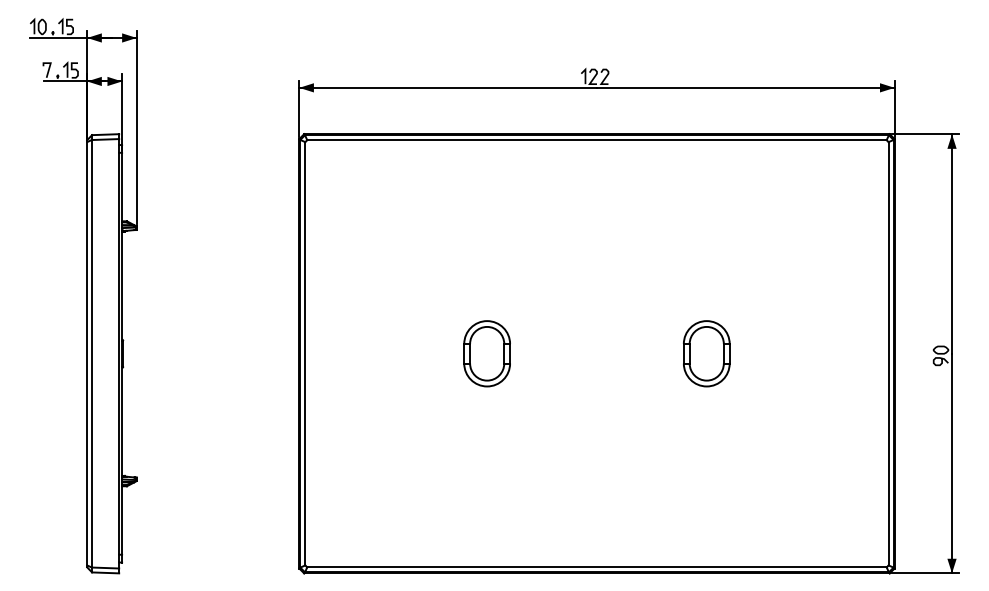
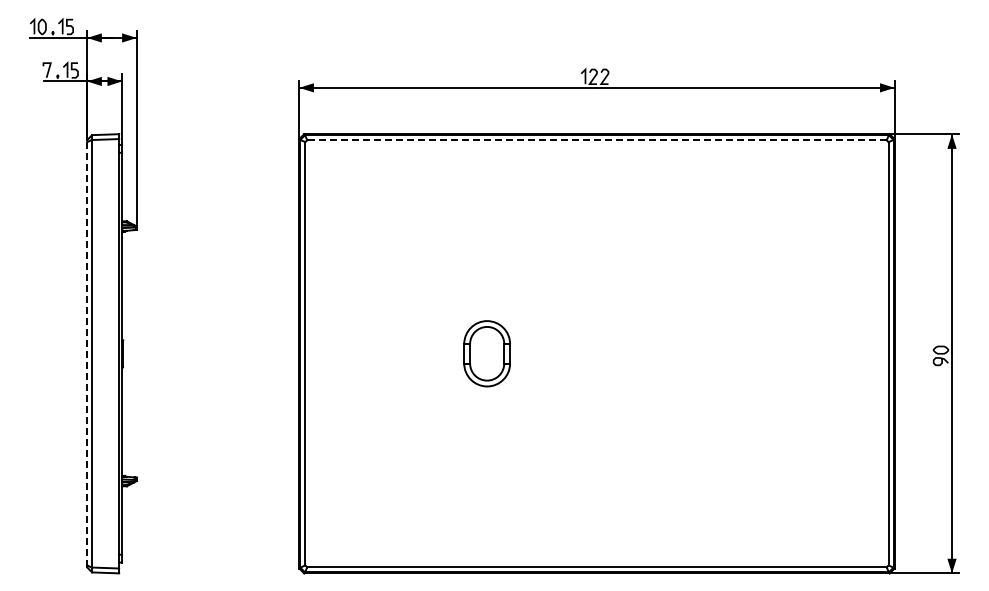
line at (596, 140): solid -> dashed
line at (87, 353): solid -> dashed
part at (706, 353): present -> none
